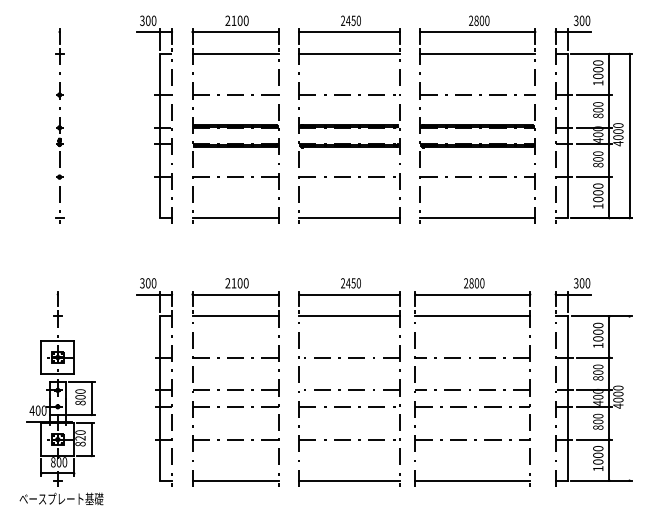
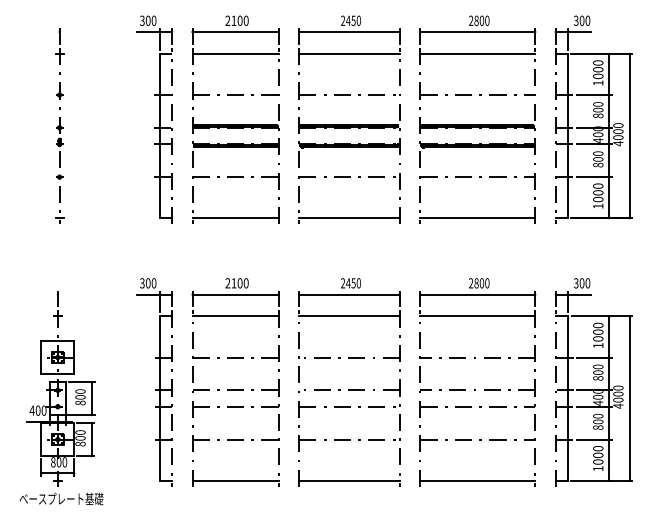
part at (470, 389) position: (470, 389) -> (475, 389)
line at (629, 398): none -> present
text at (80, 438): 820 -> 800
